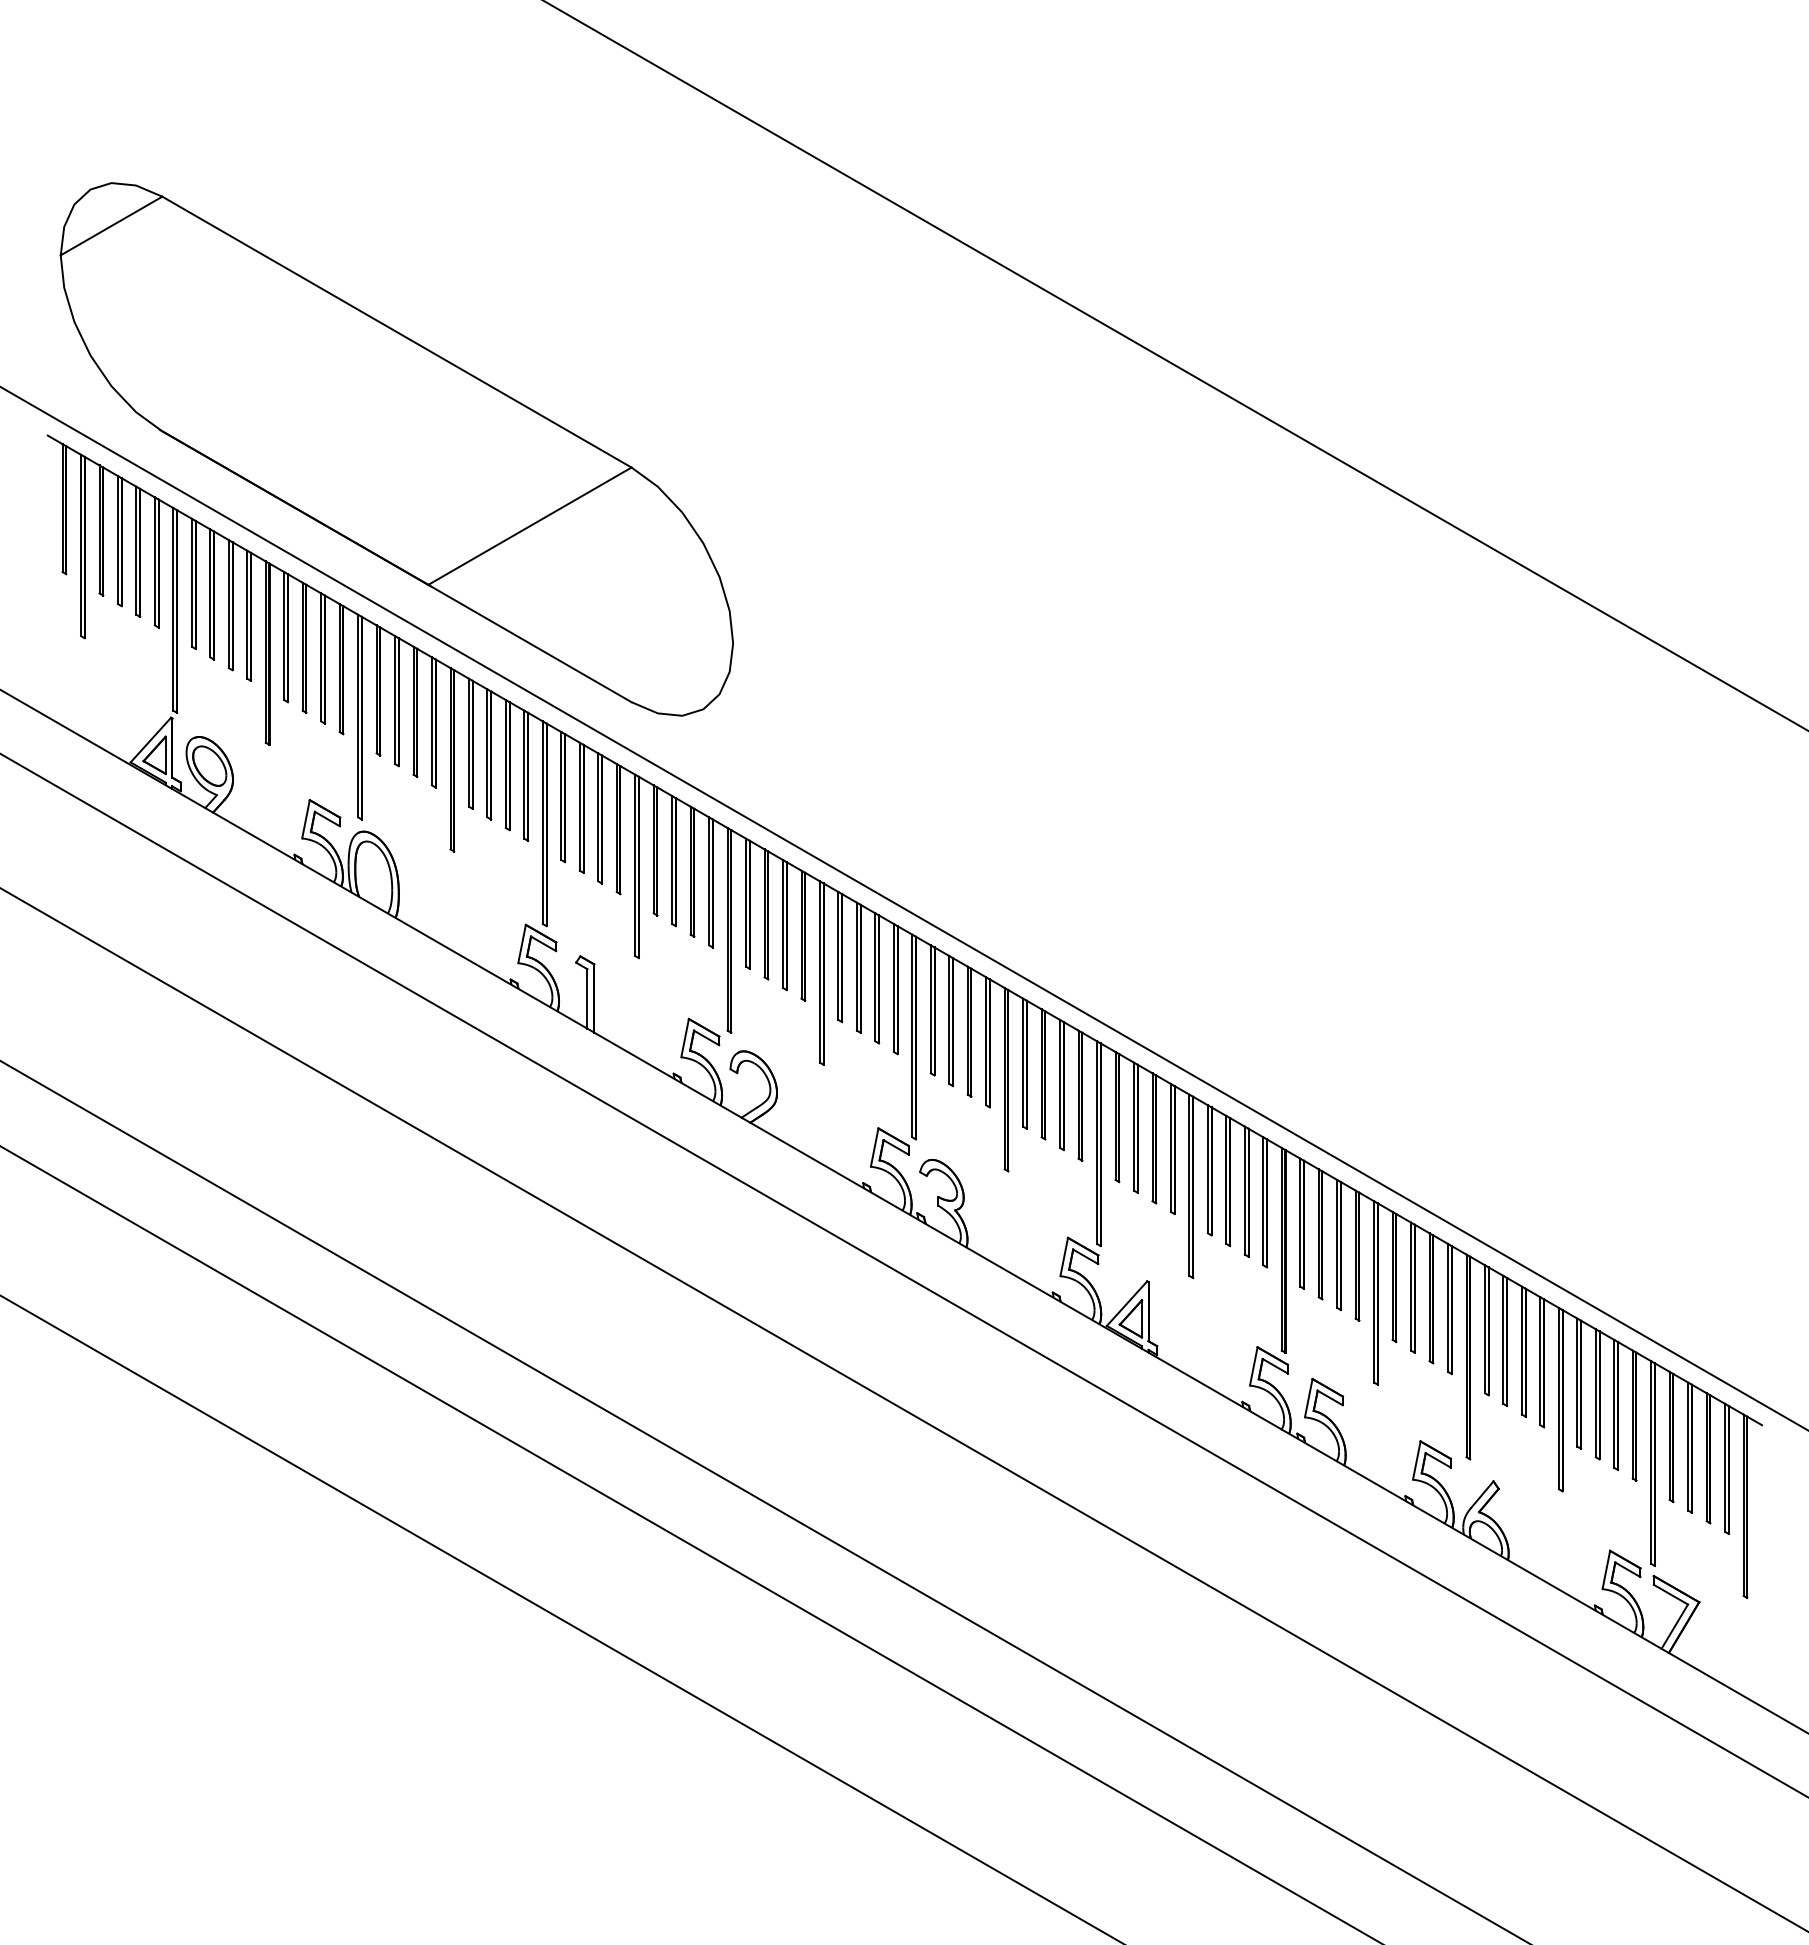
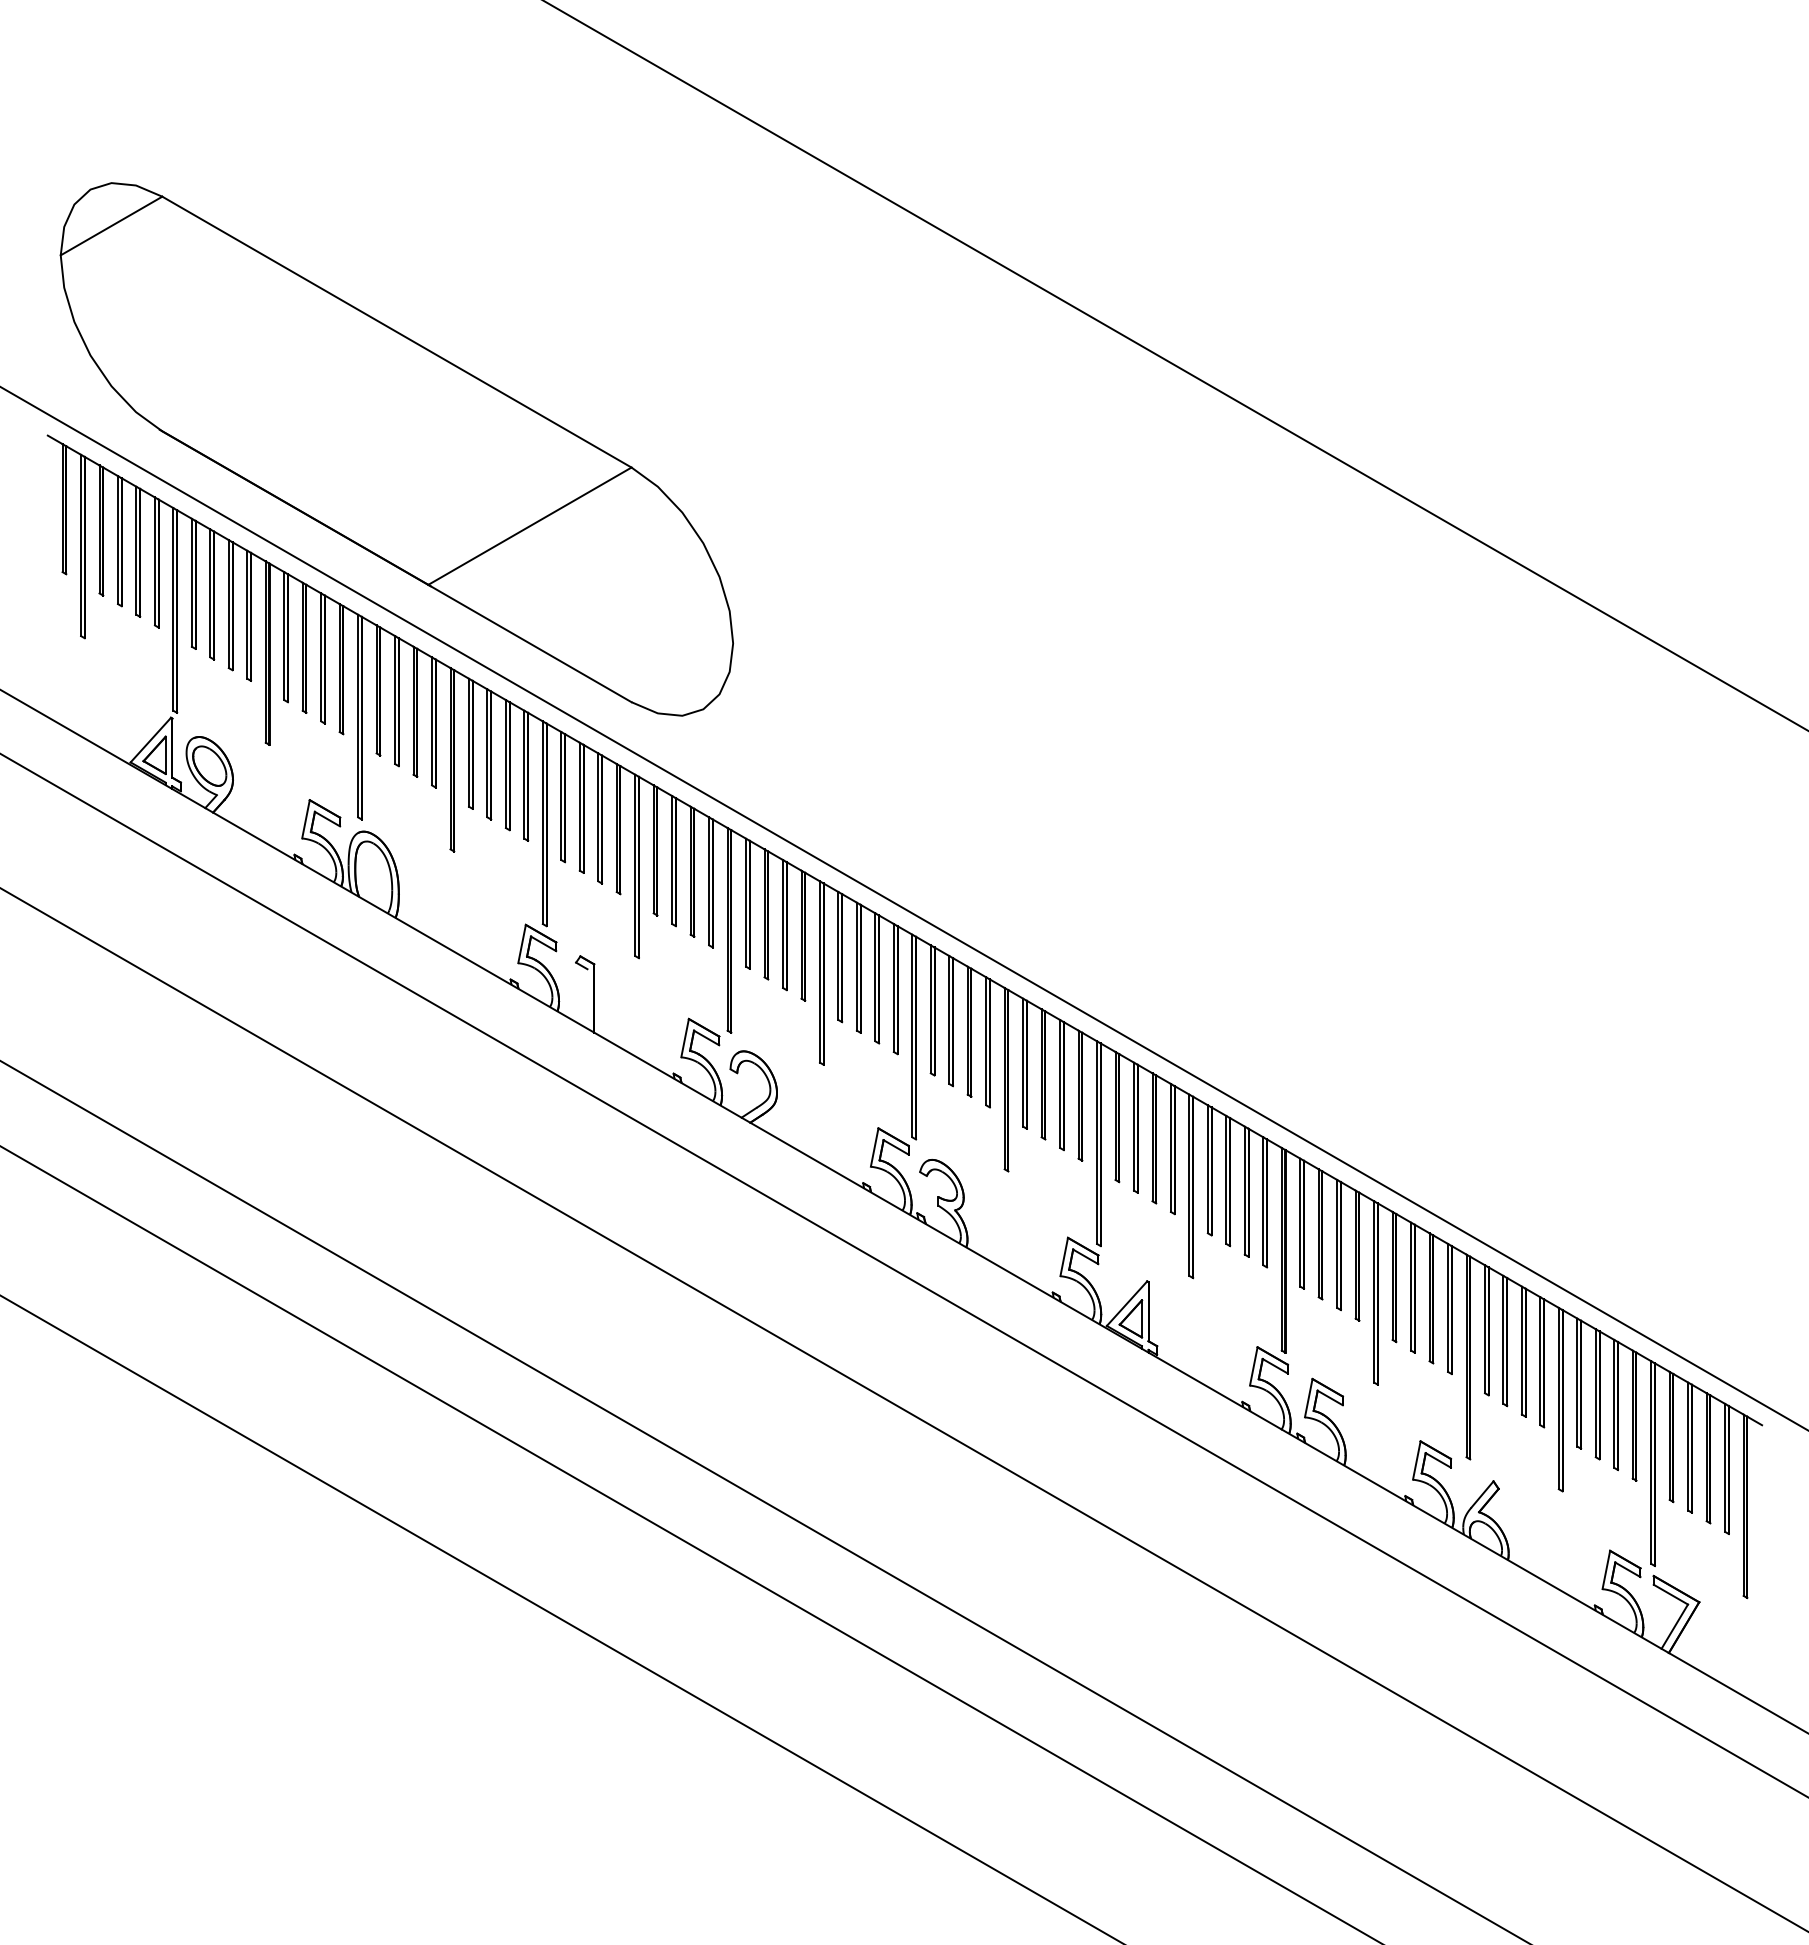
line at (587, 998): present -> none
